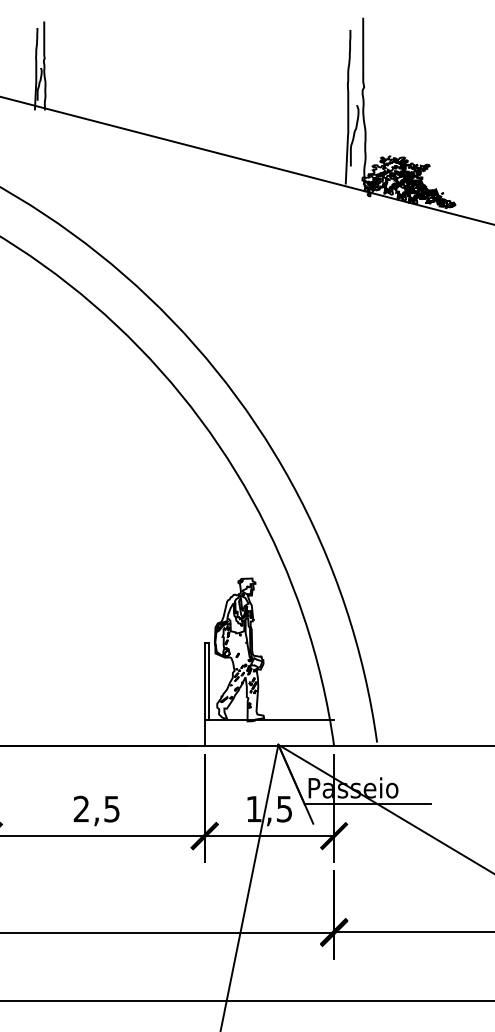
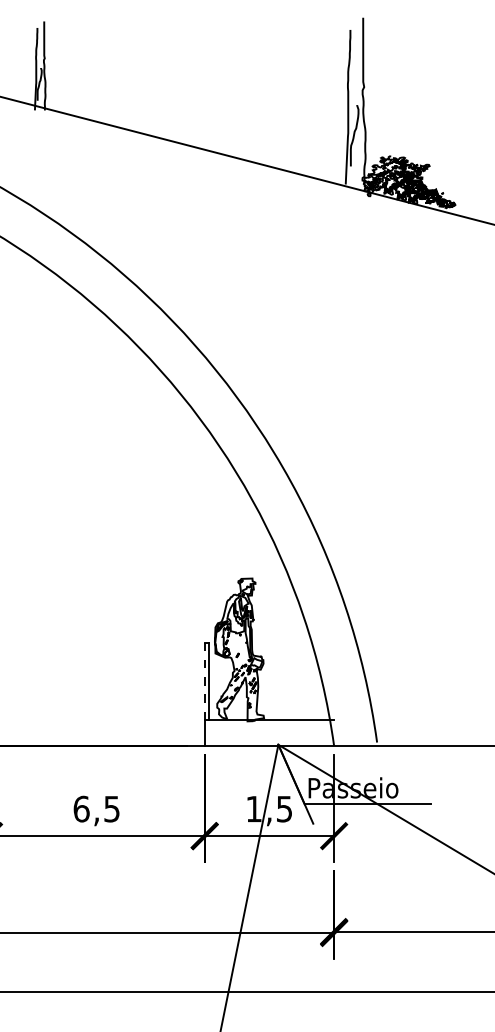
line at (204, 681): solid -> dashed
text at (81, 808): 2,5 -> 6,5
line at (246, 1001) position: (246, 1001) -> (246, 992)
